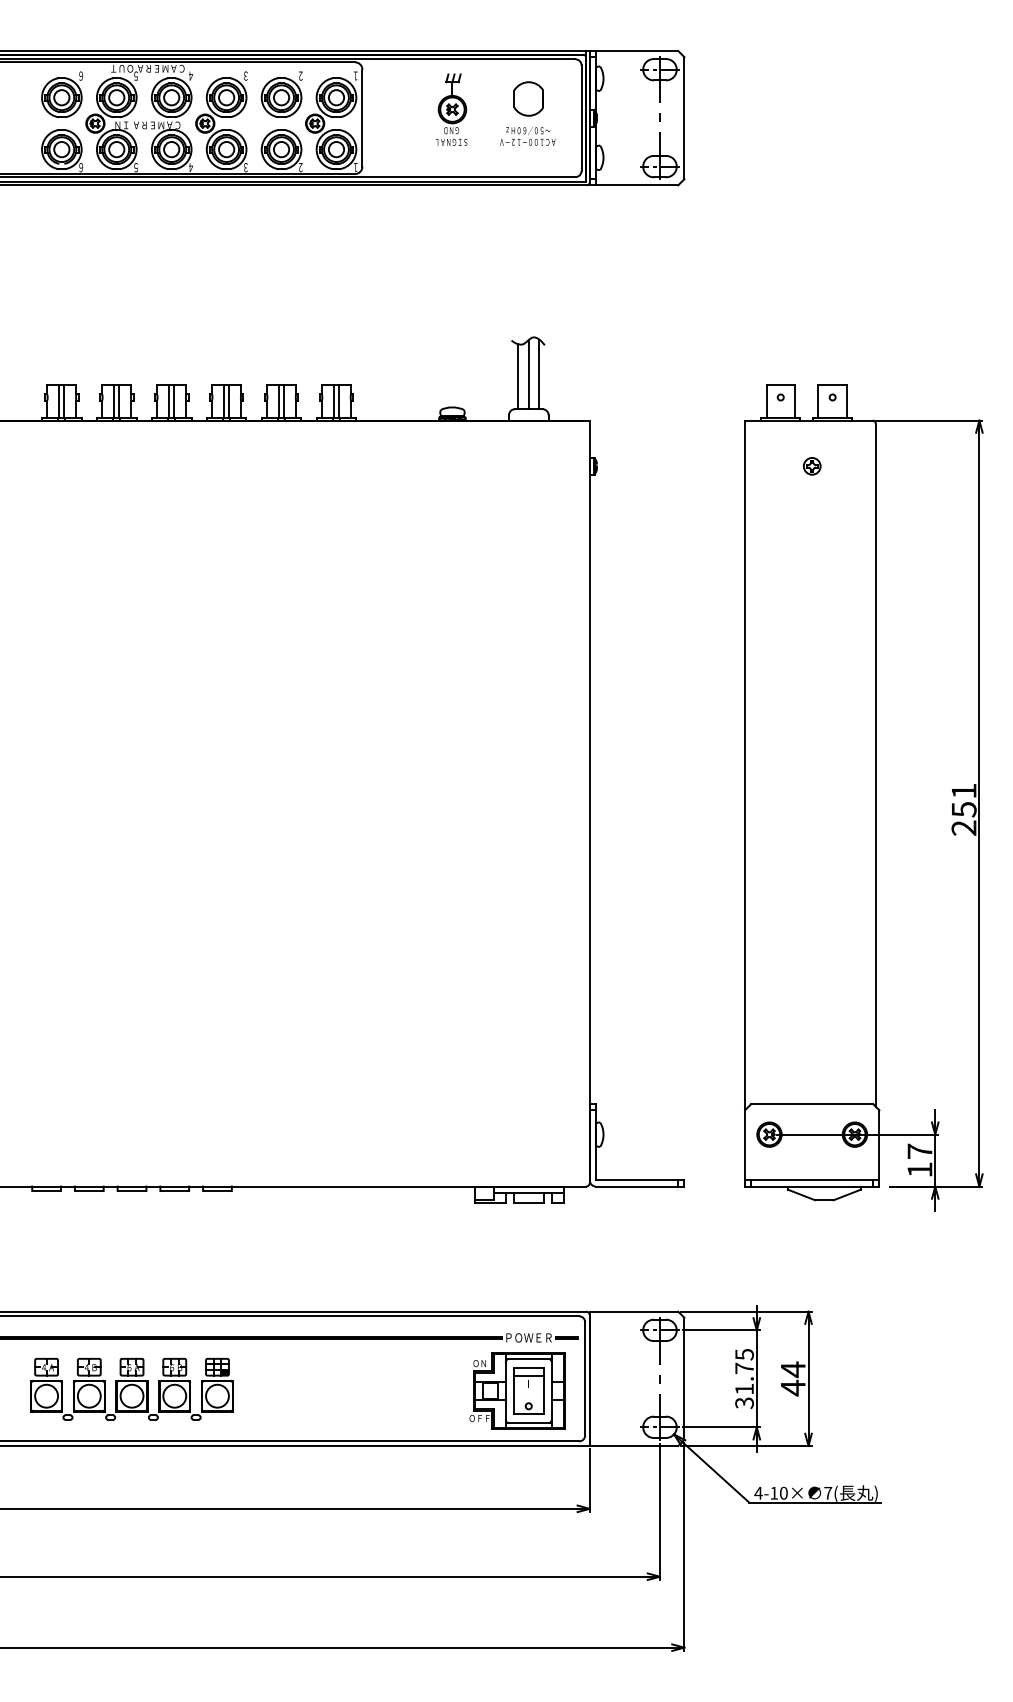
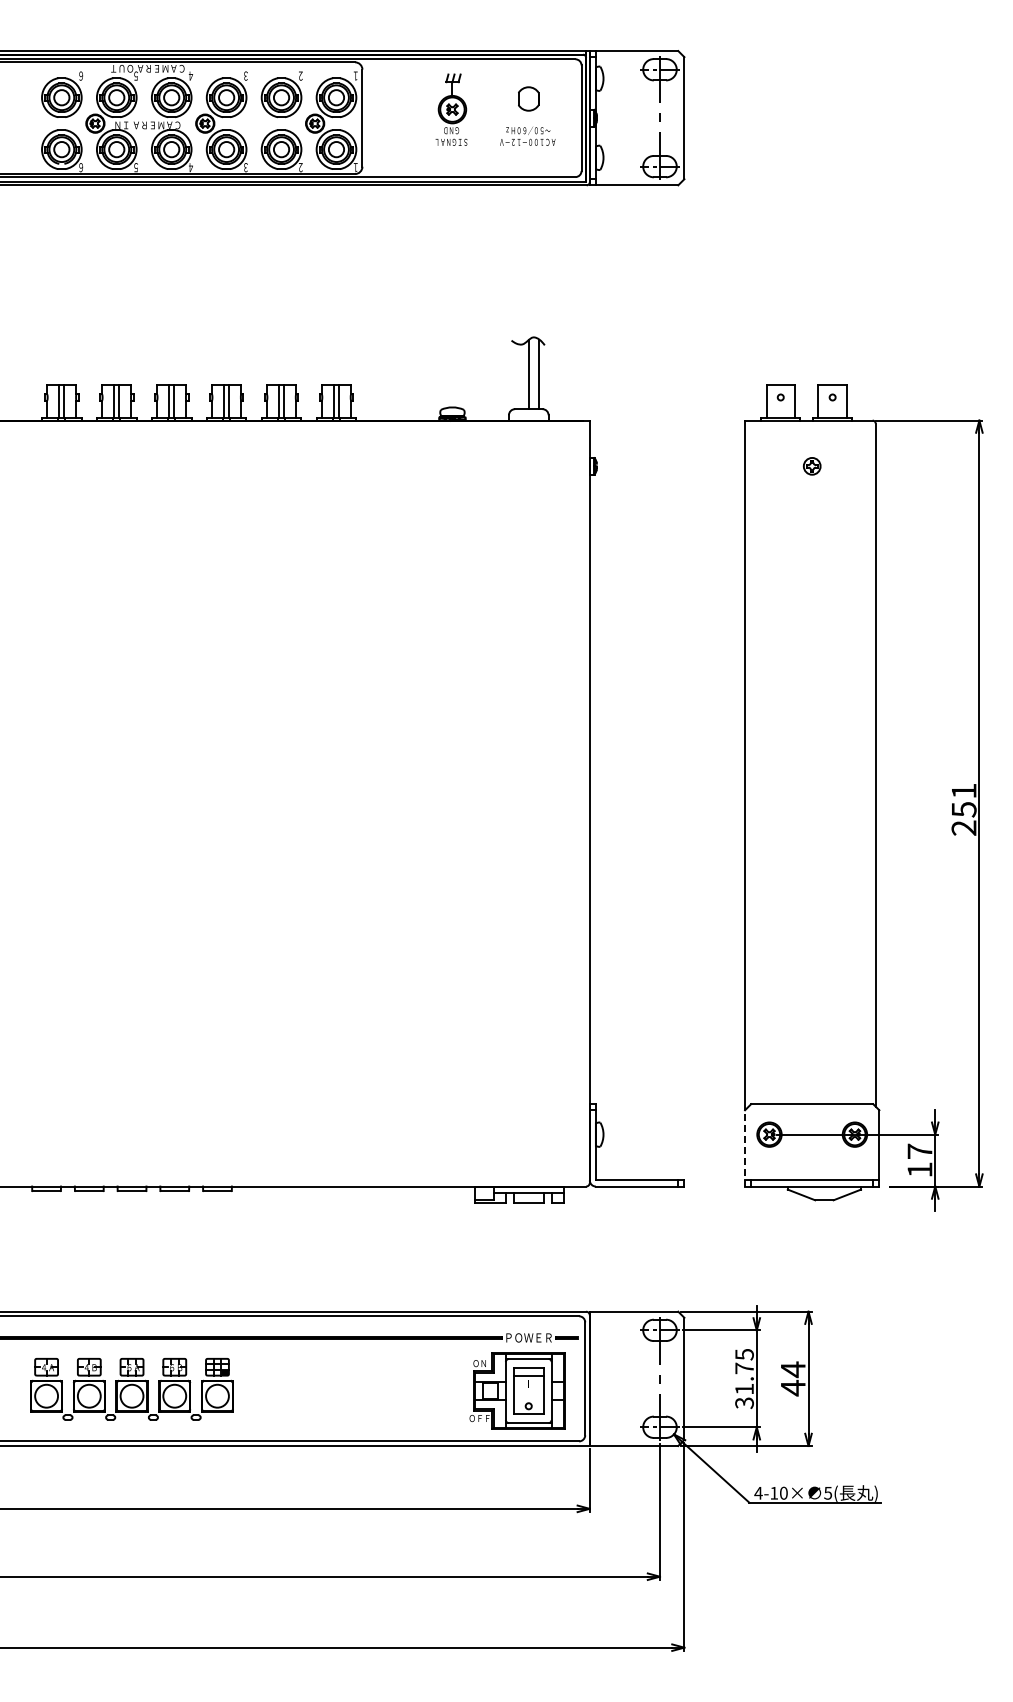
part at (528, 98) size: 31x36 px -> 22x26 px
line at (518, 376): present -> none
line at (745, 1147): solid -> dashed
text at (828, 1493): 7( -> 5(
